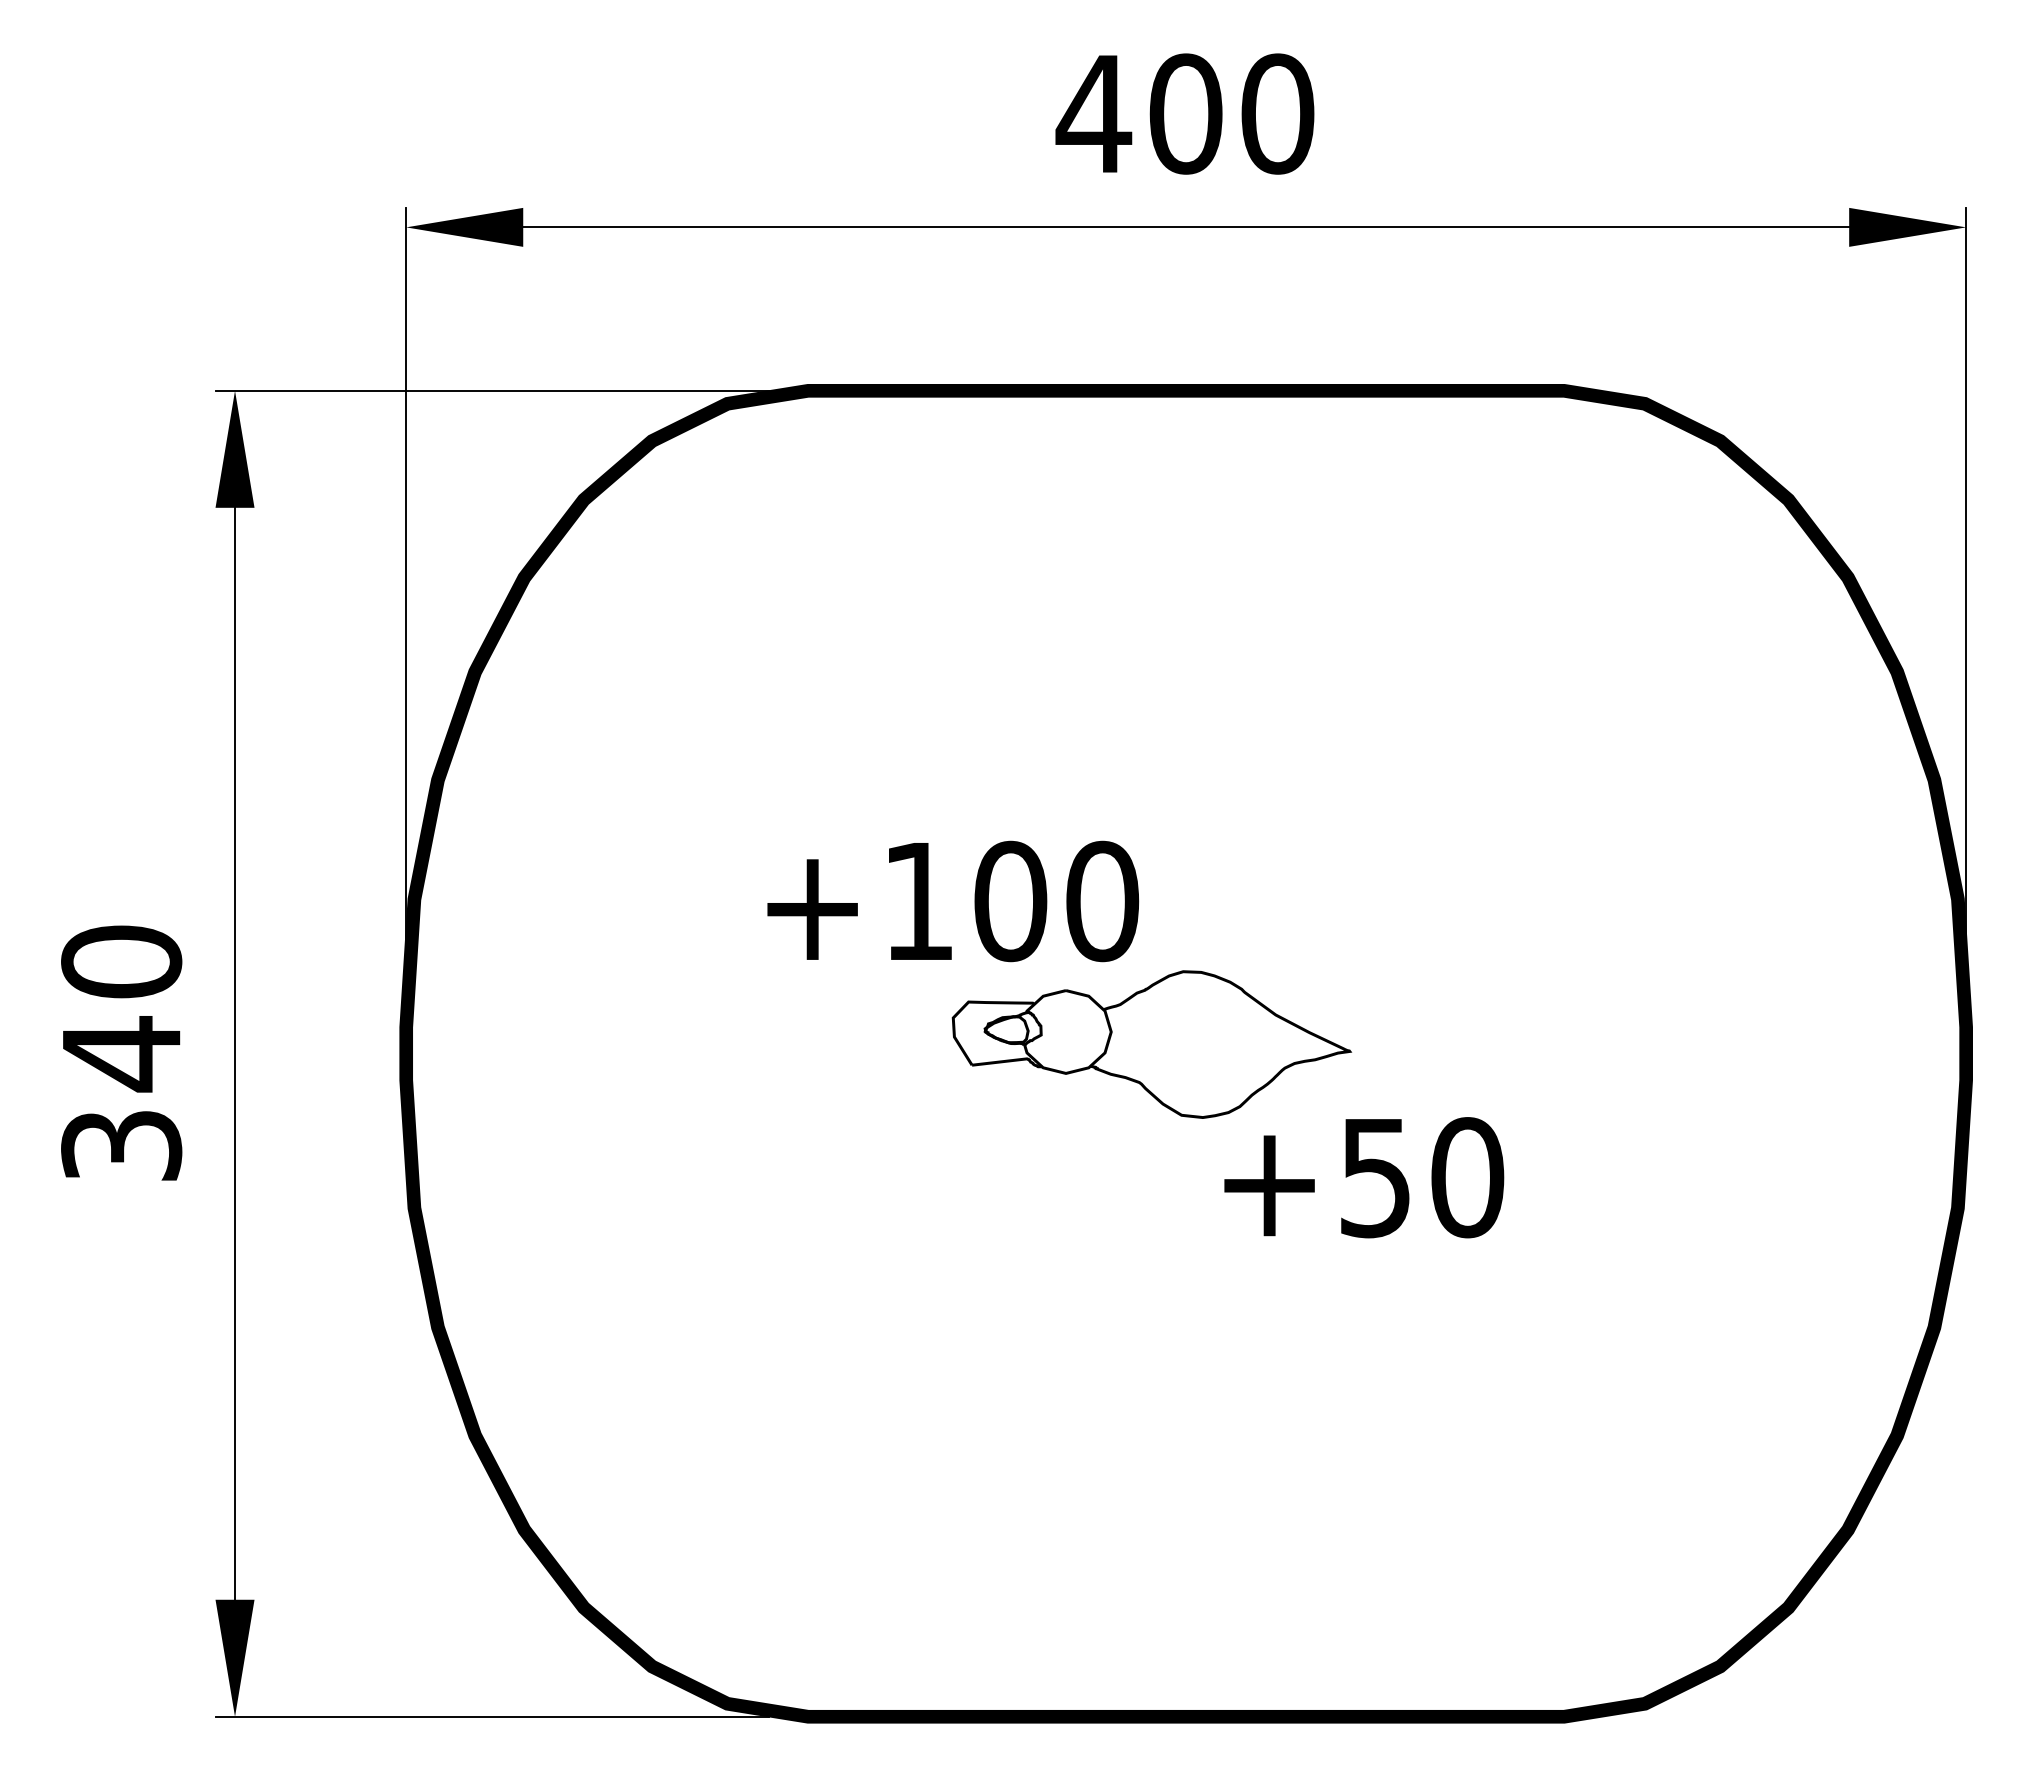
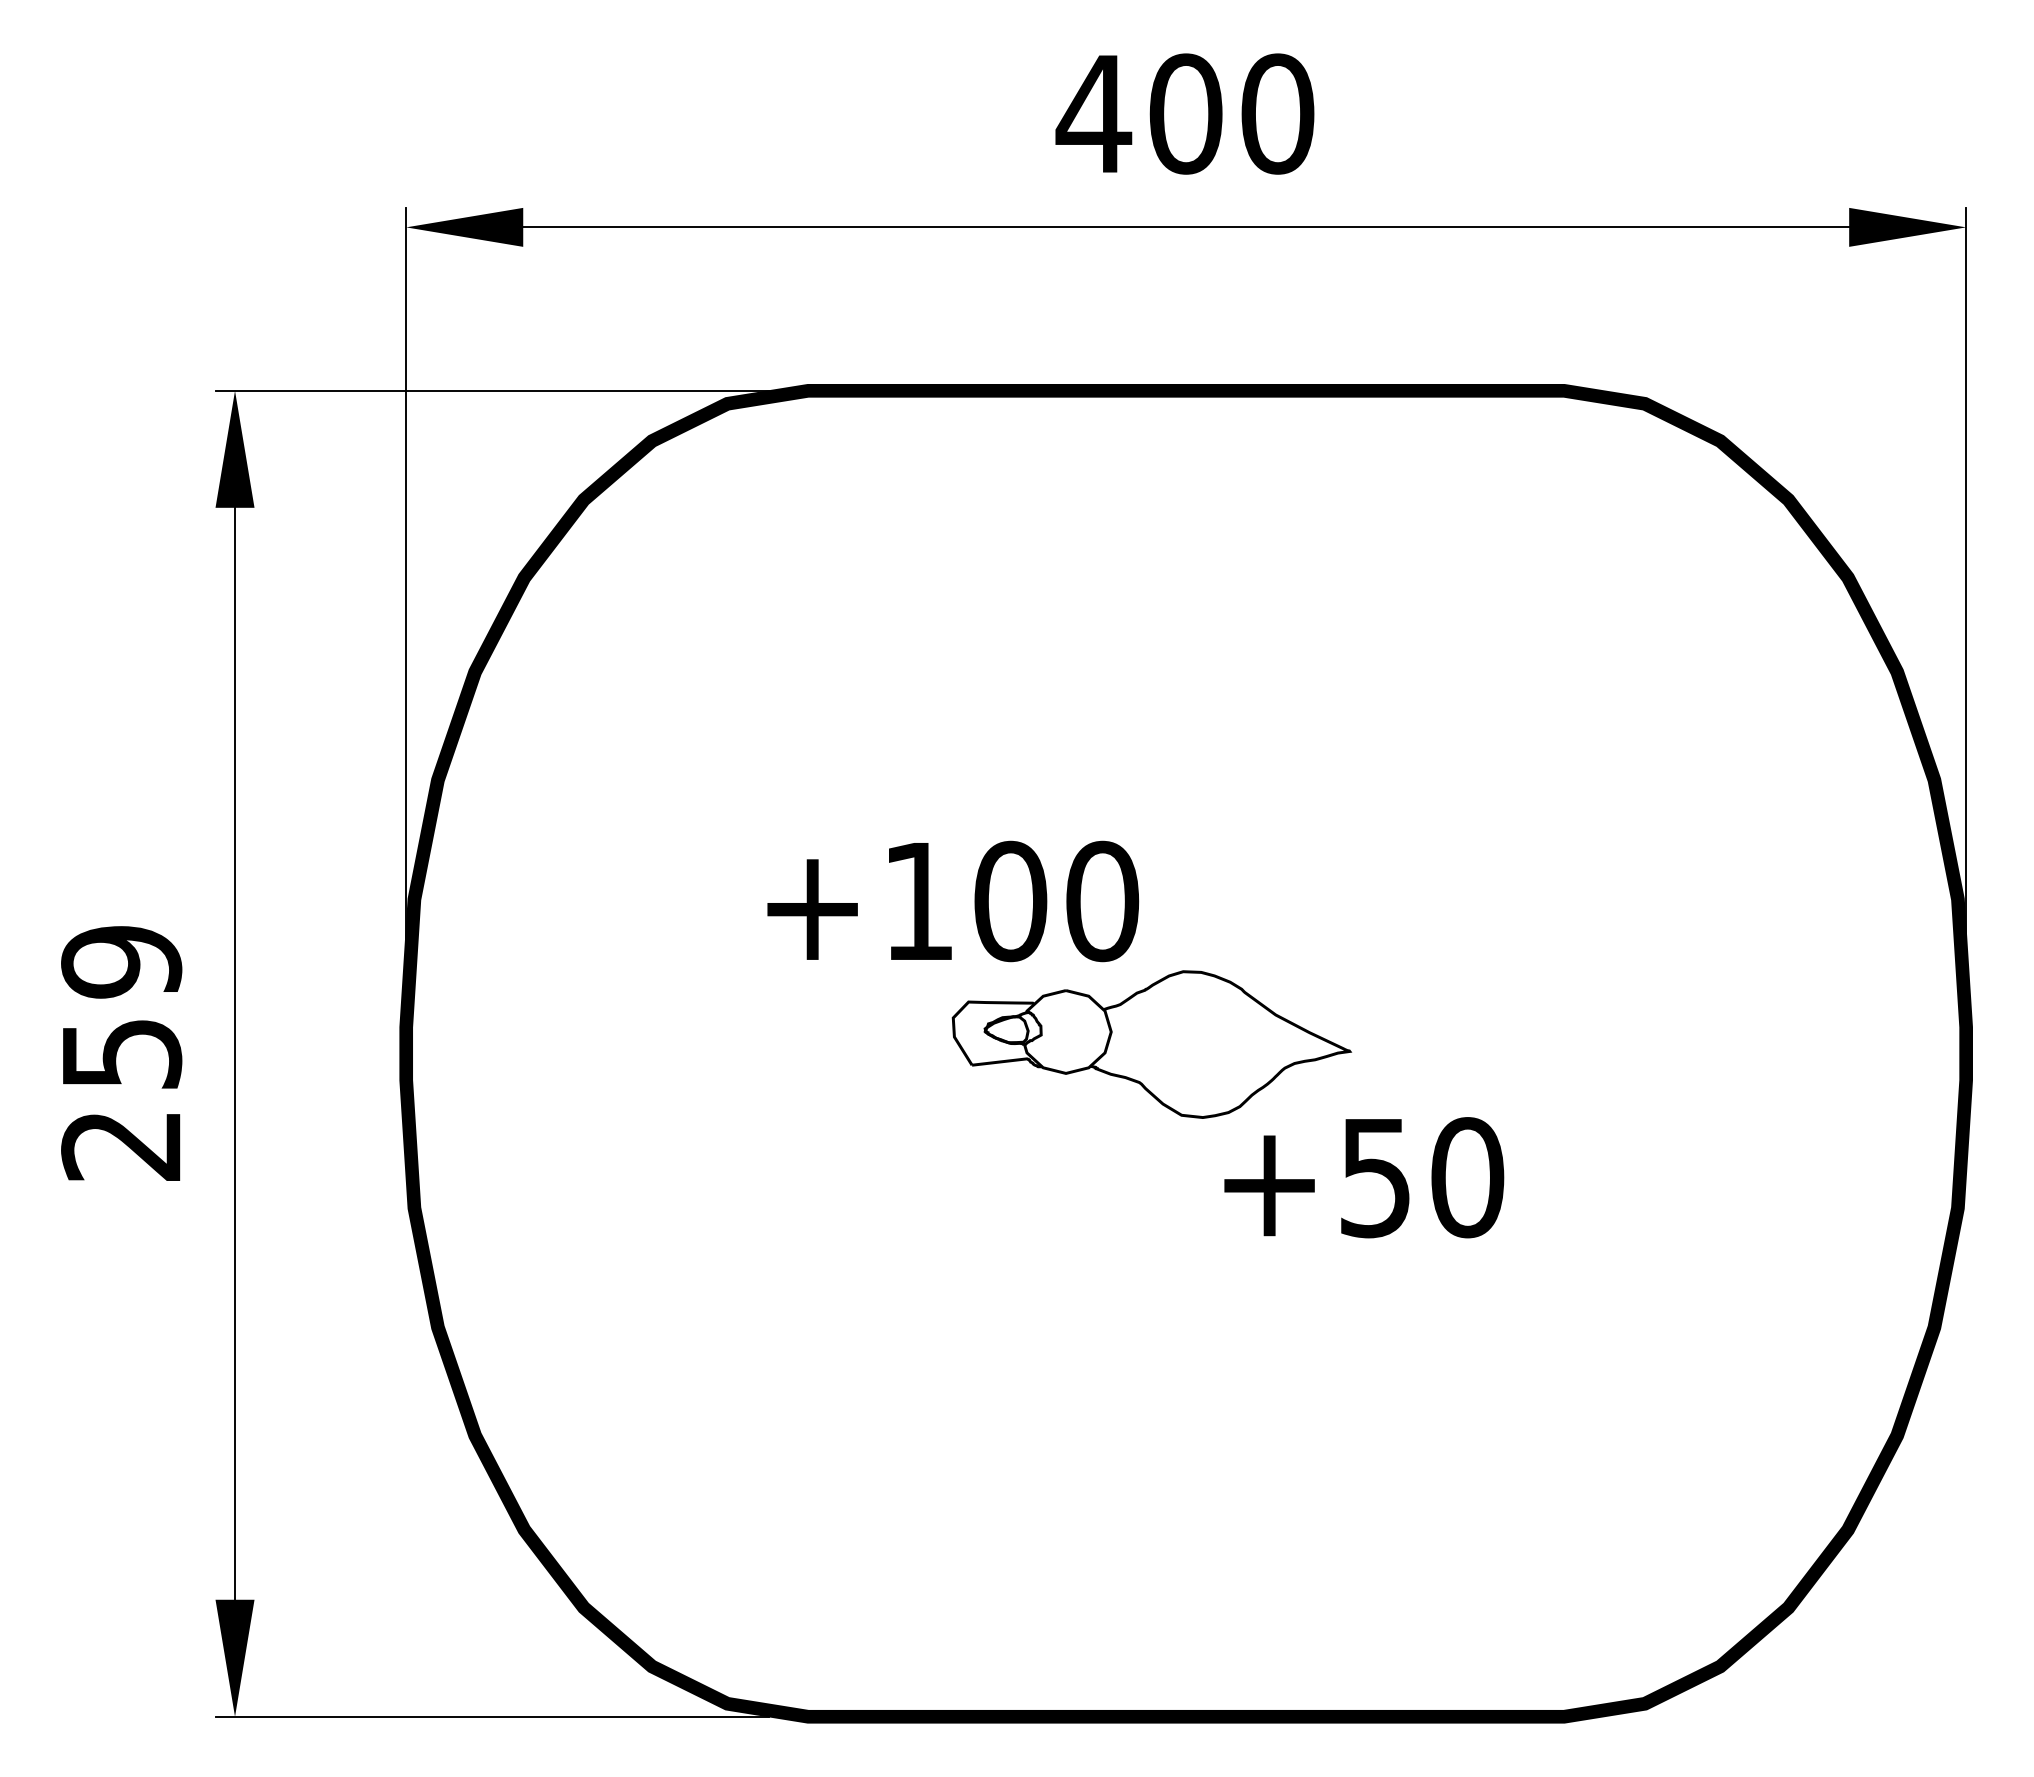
text at (121, 1052): 340 -> 259
